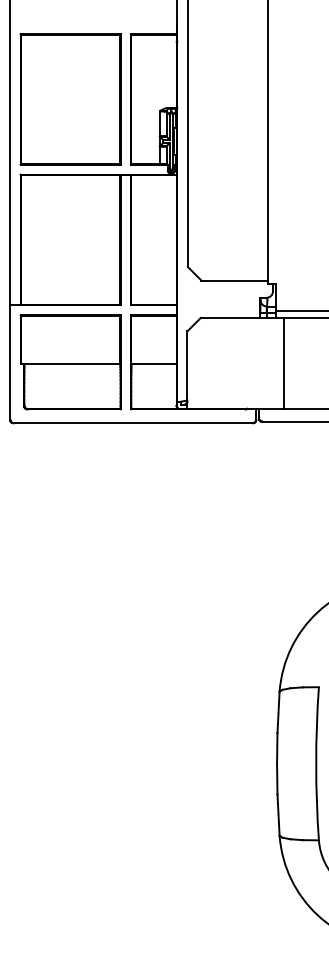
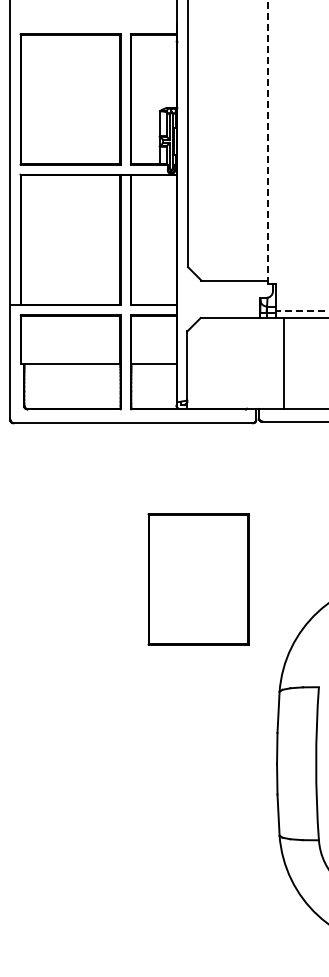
line at (268, 141): solid -> dashed
line at (301, 311): solid -> dashed
part at (198, 579): none -> present
